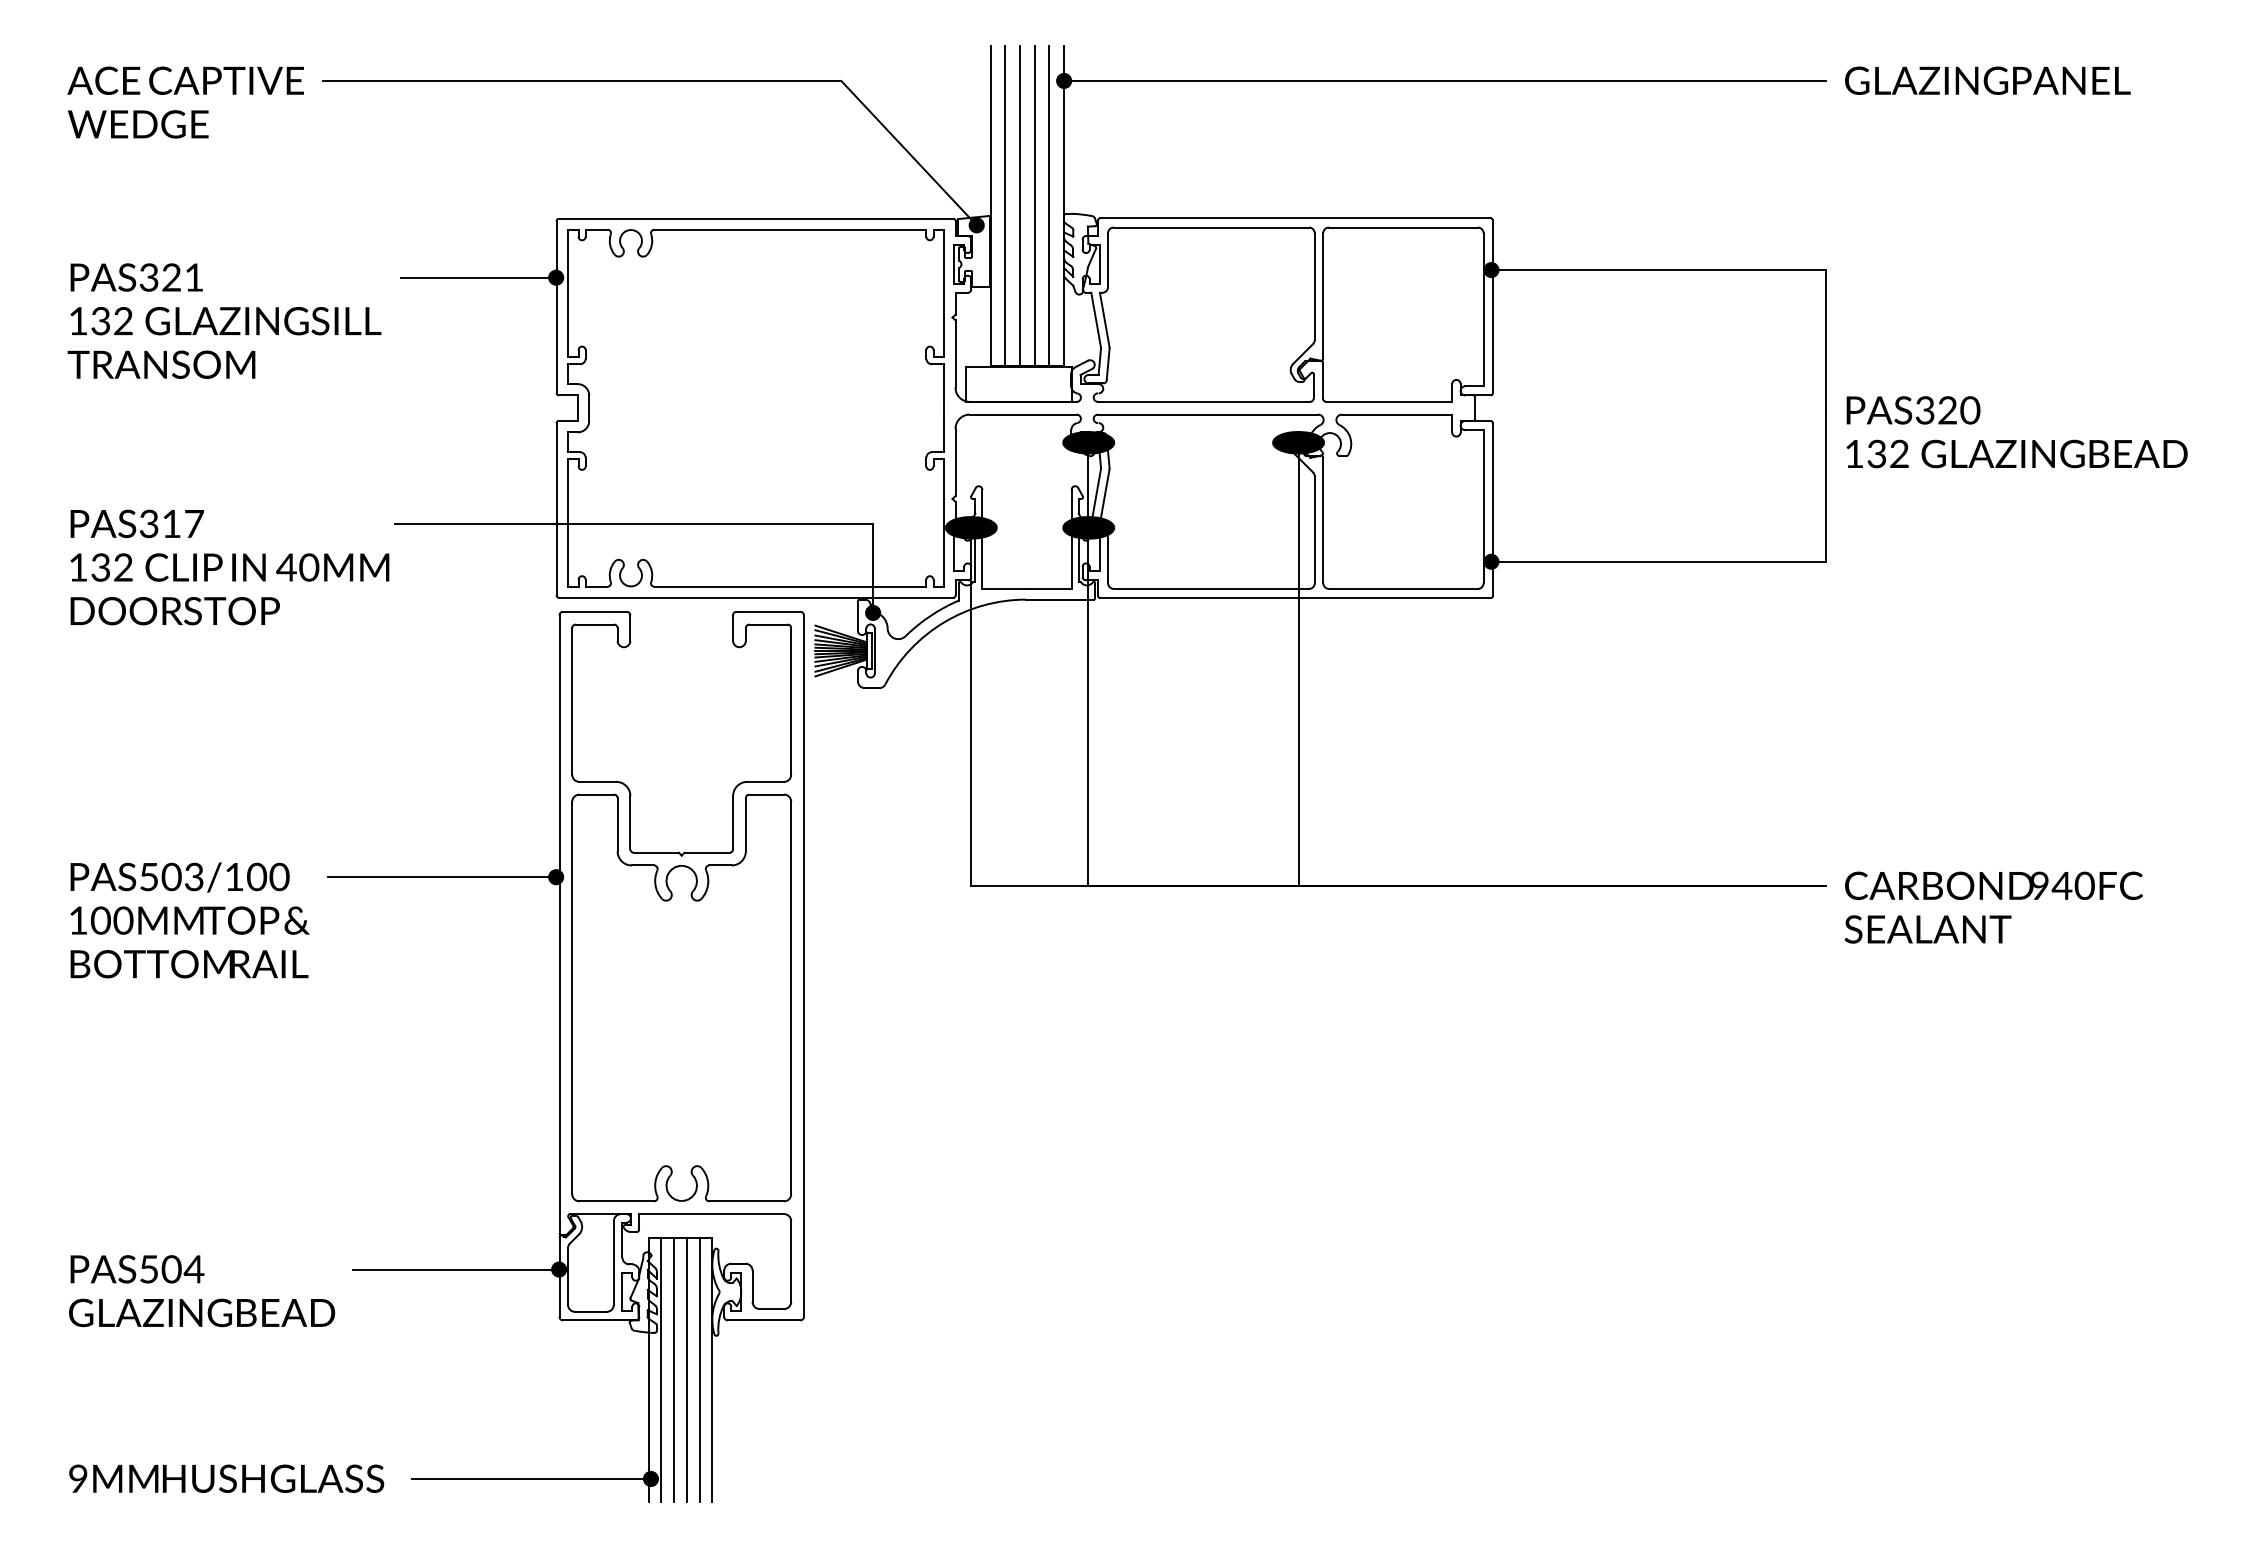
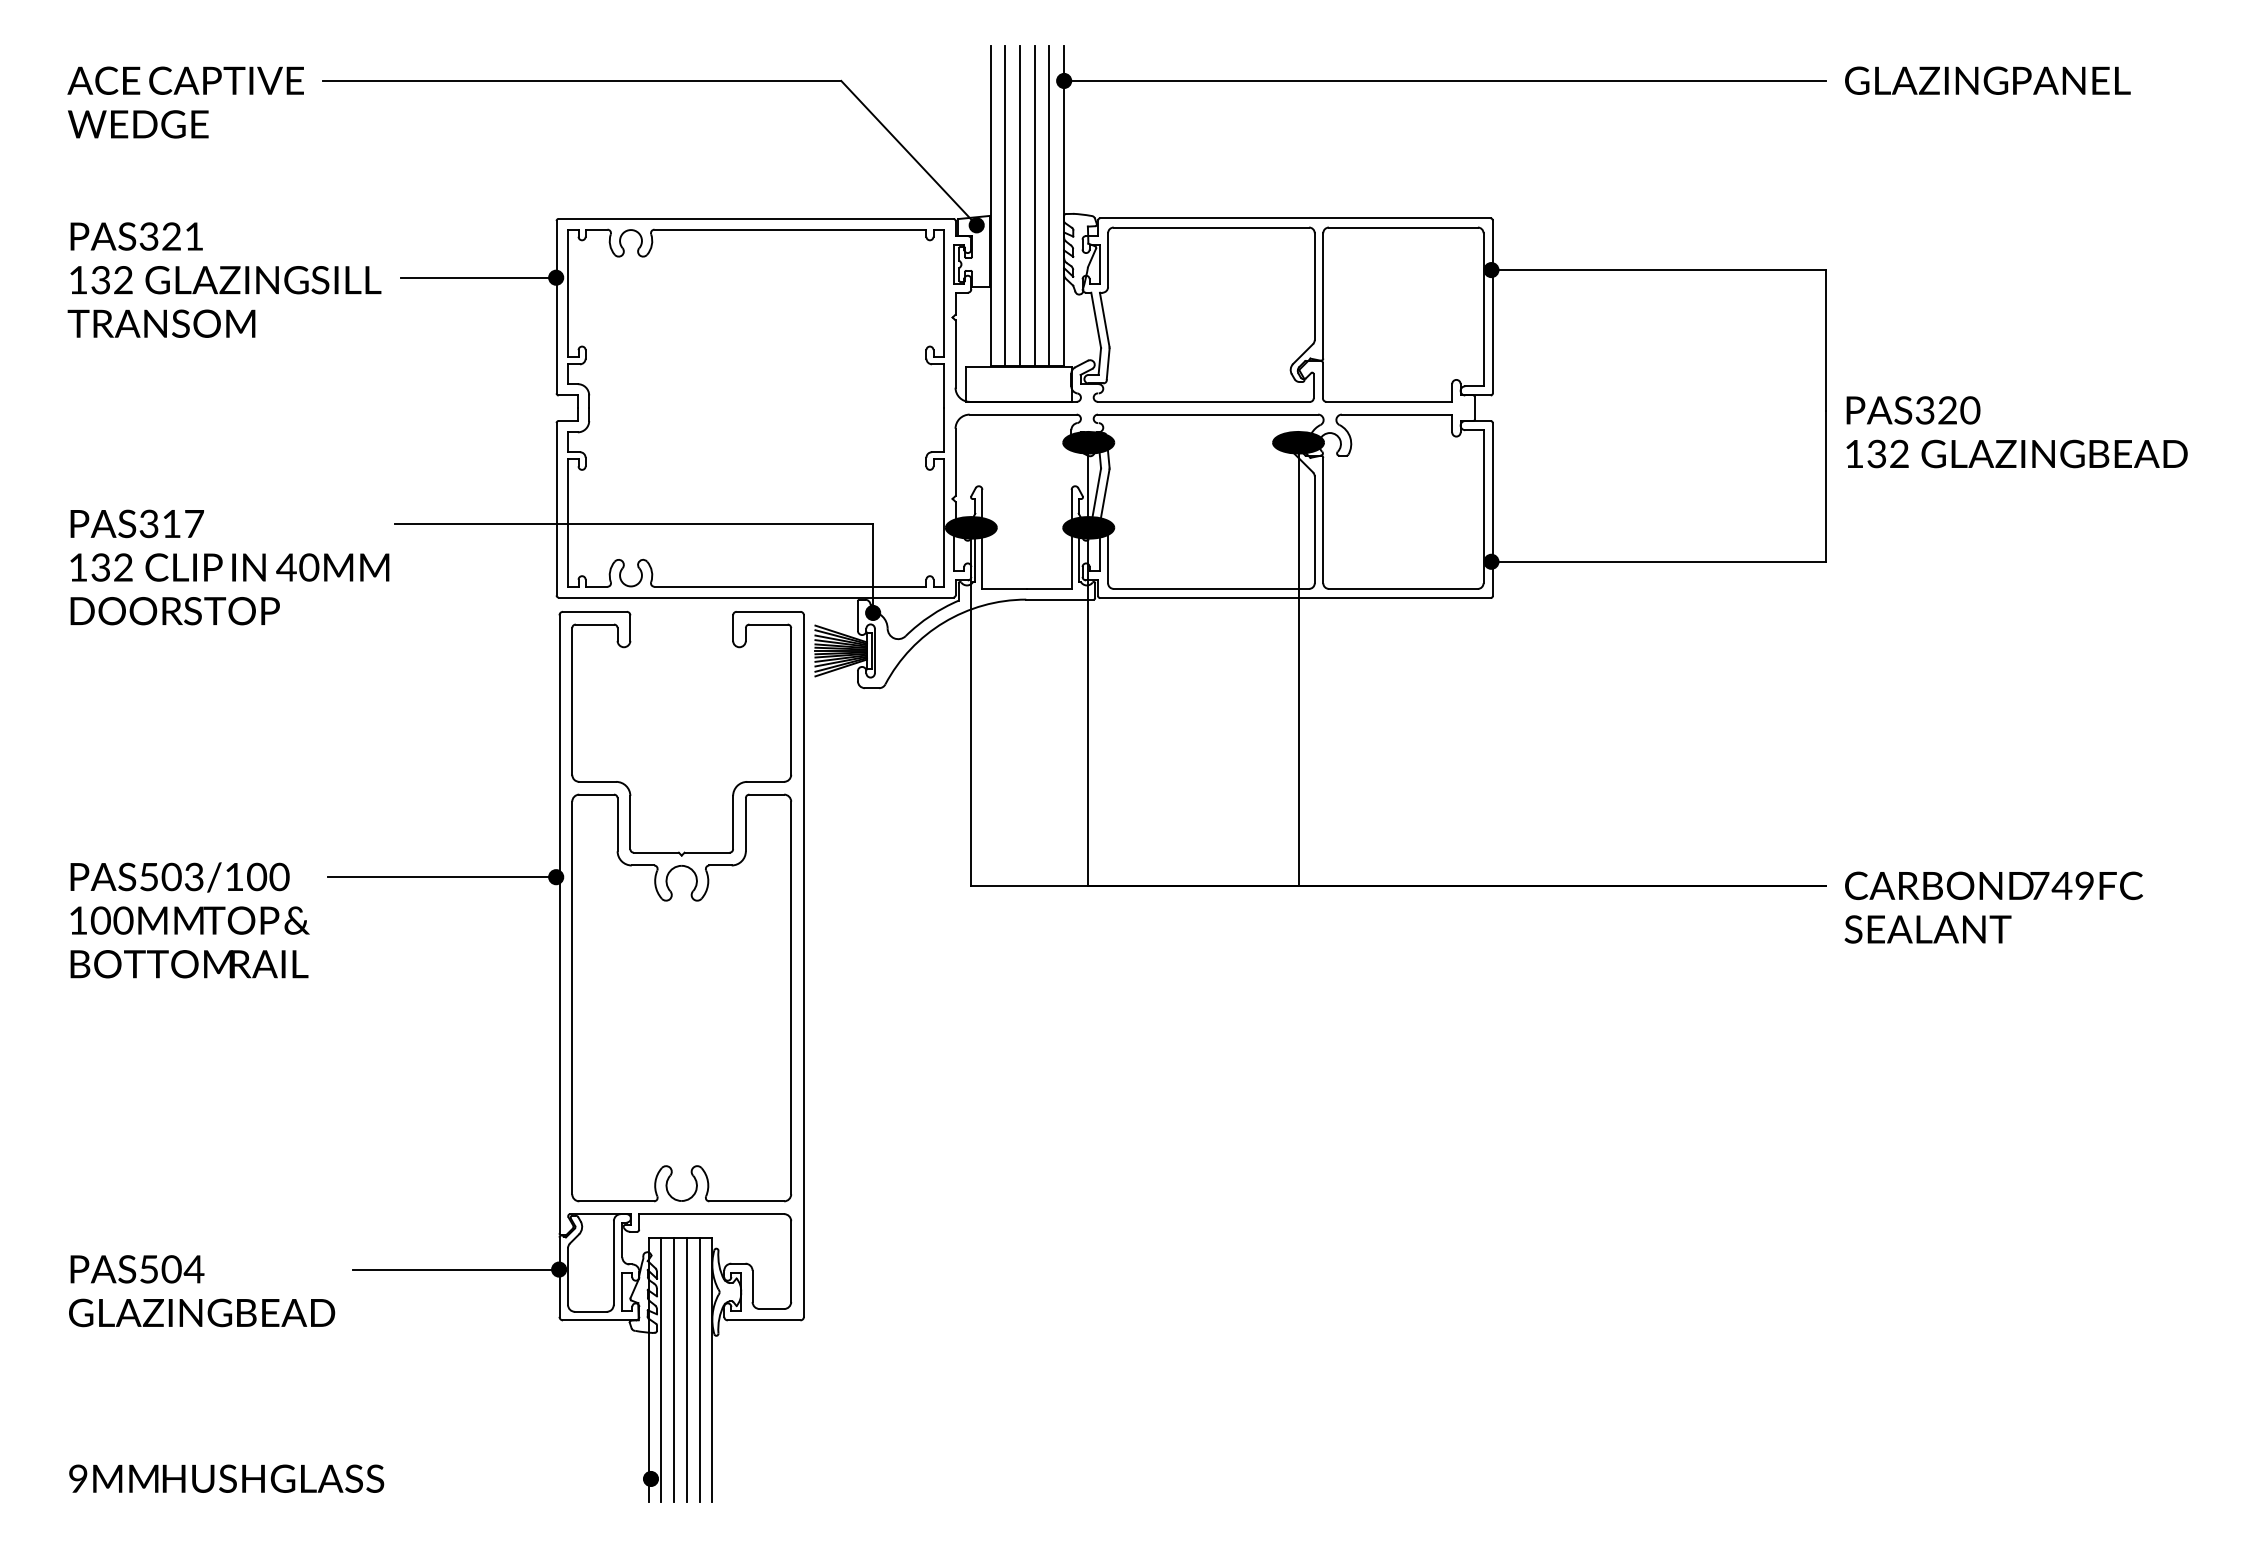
text at (224, 320) position: (224, 320) -> (224, 279)
text at (2062, 885): 940FC -> 749FC
line at (531, 1478): present -> none
